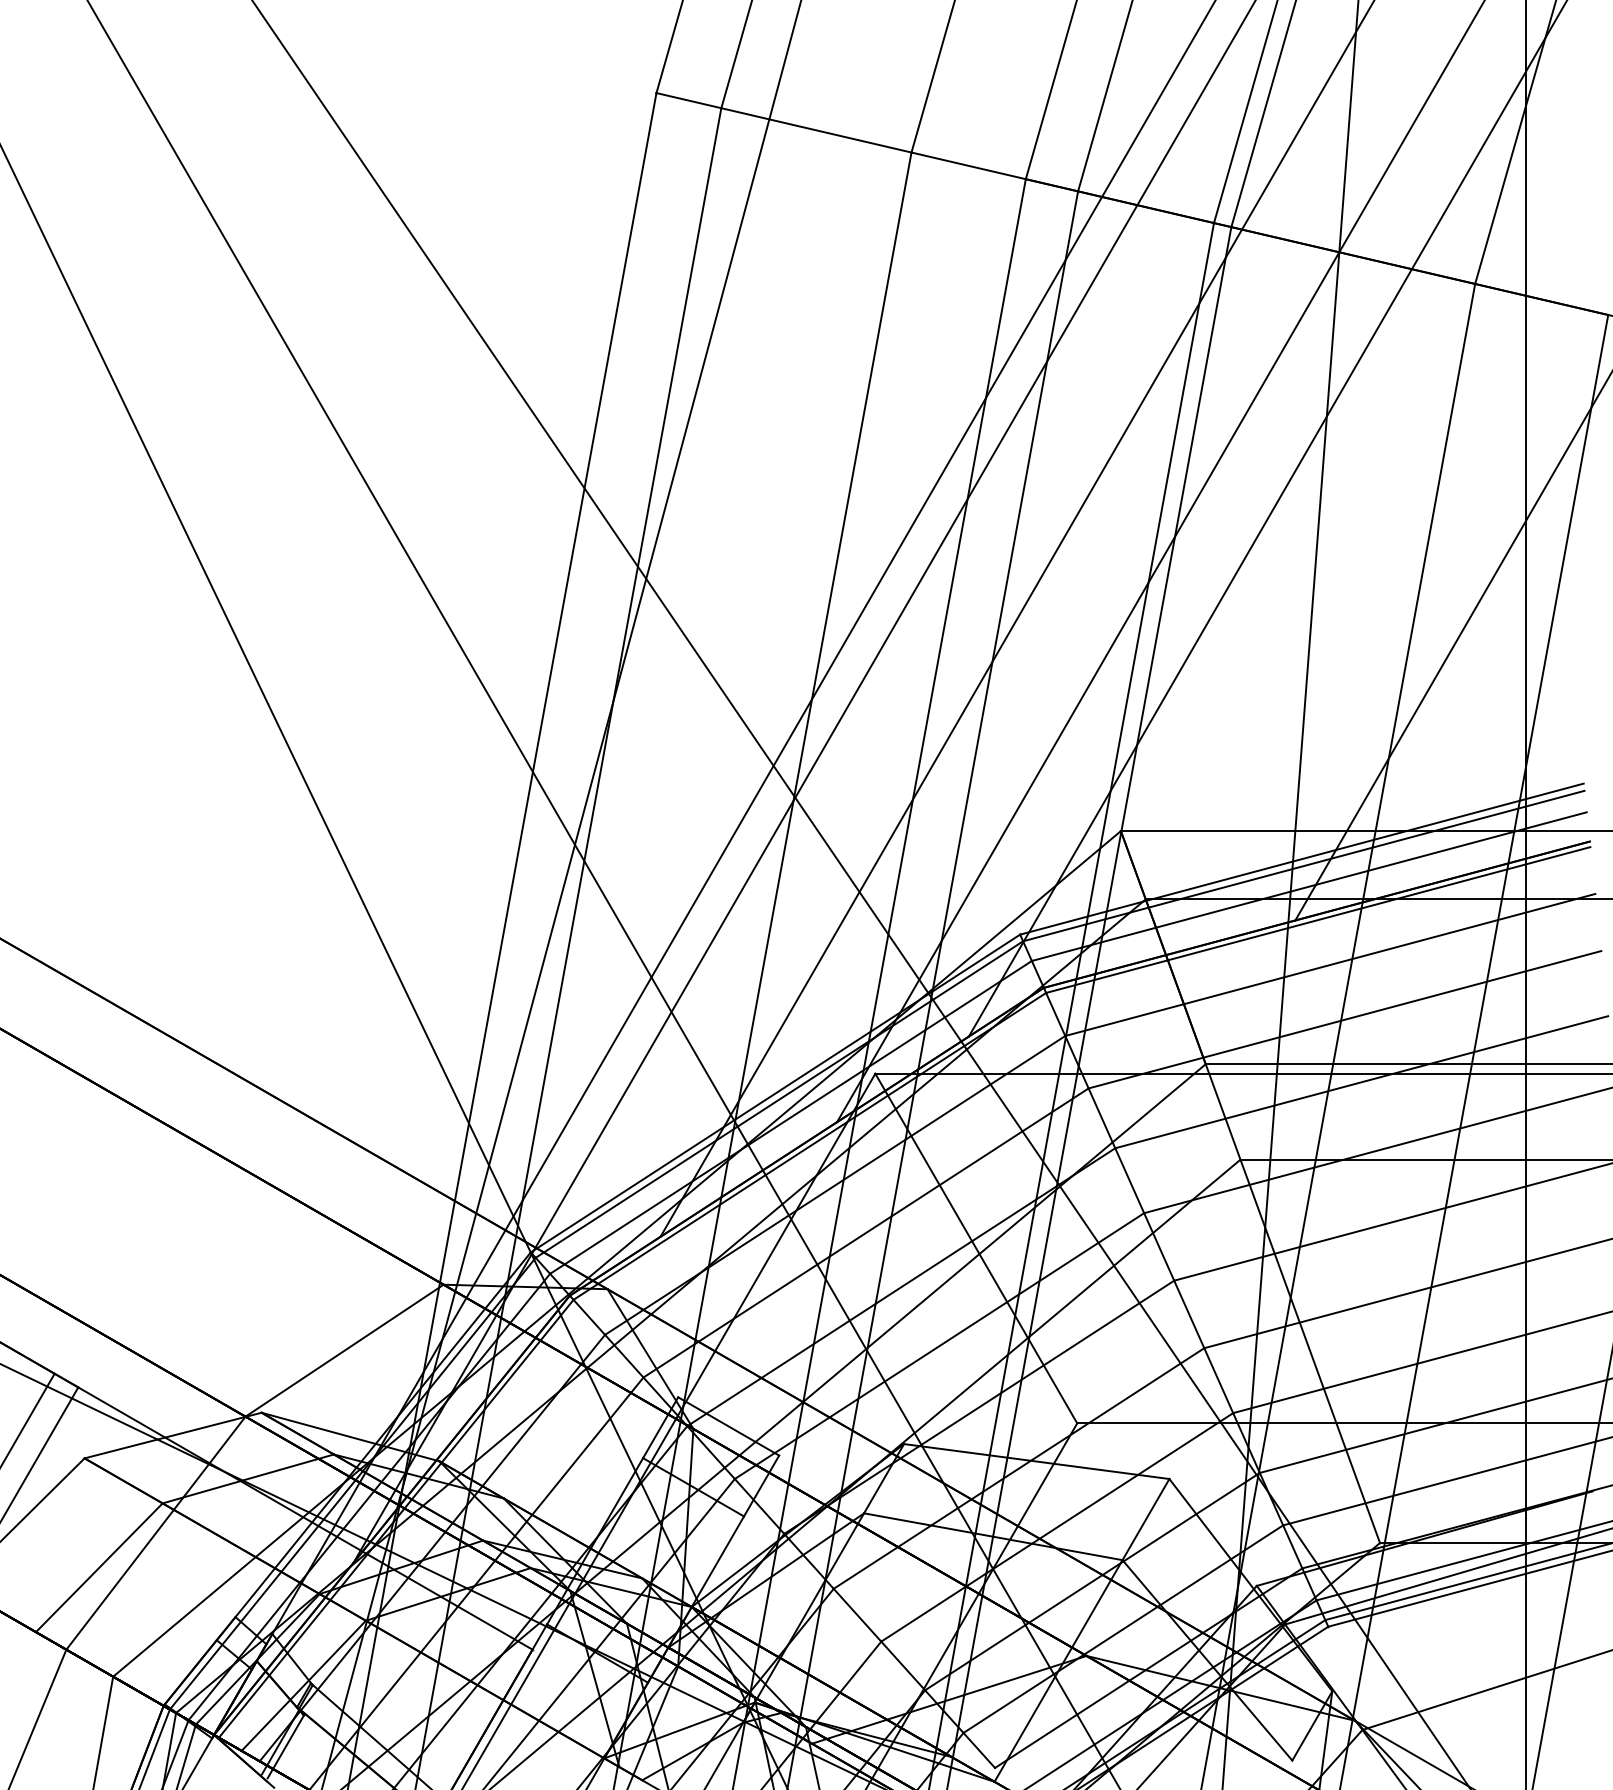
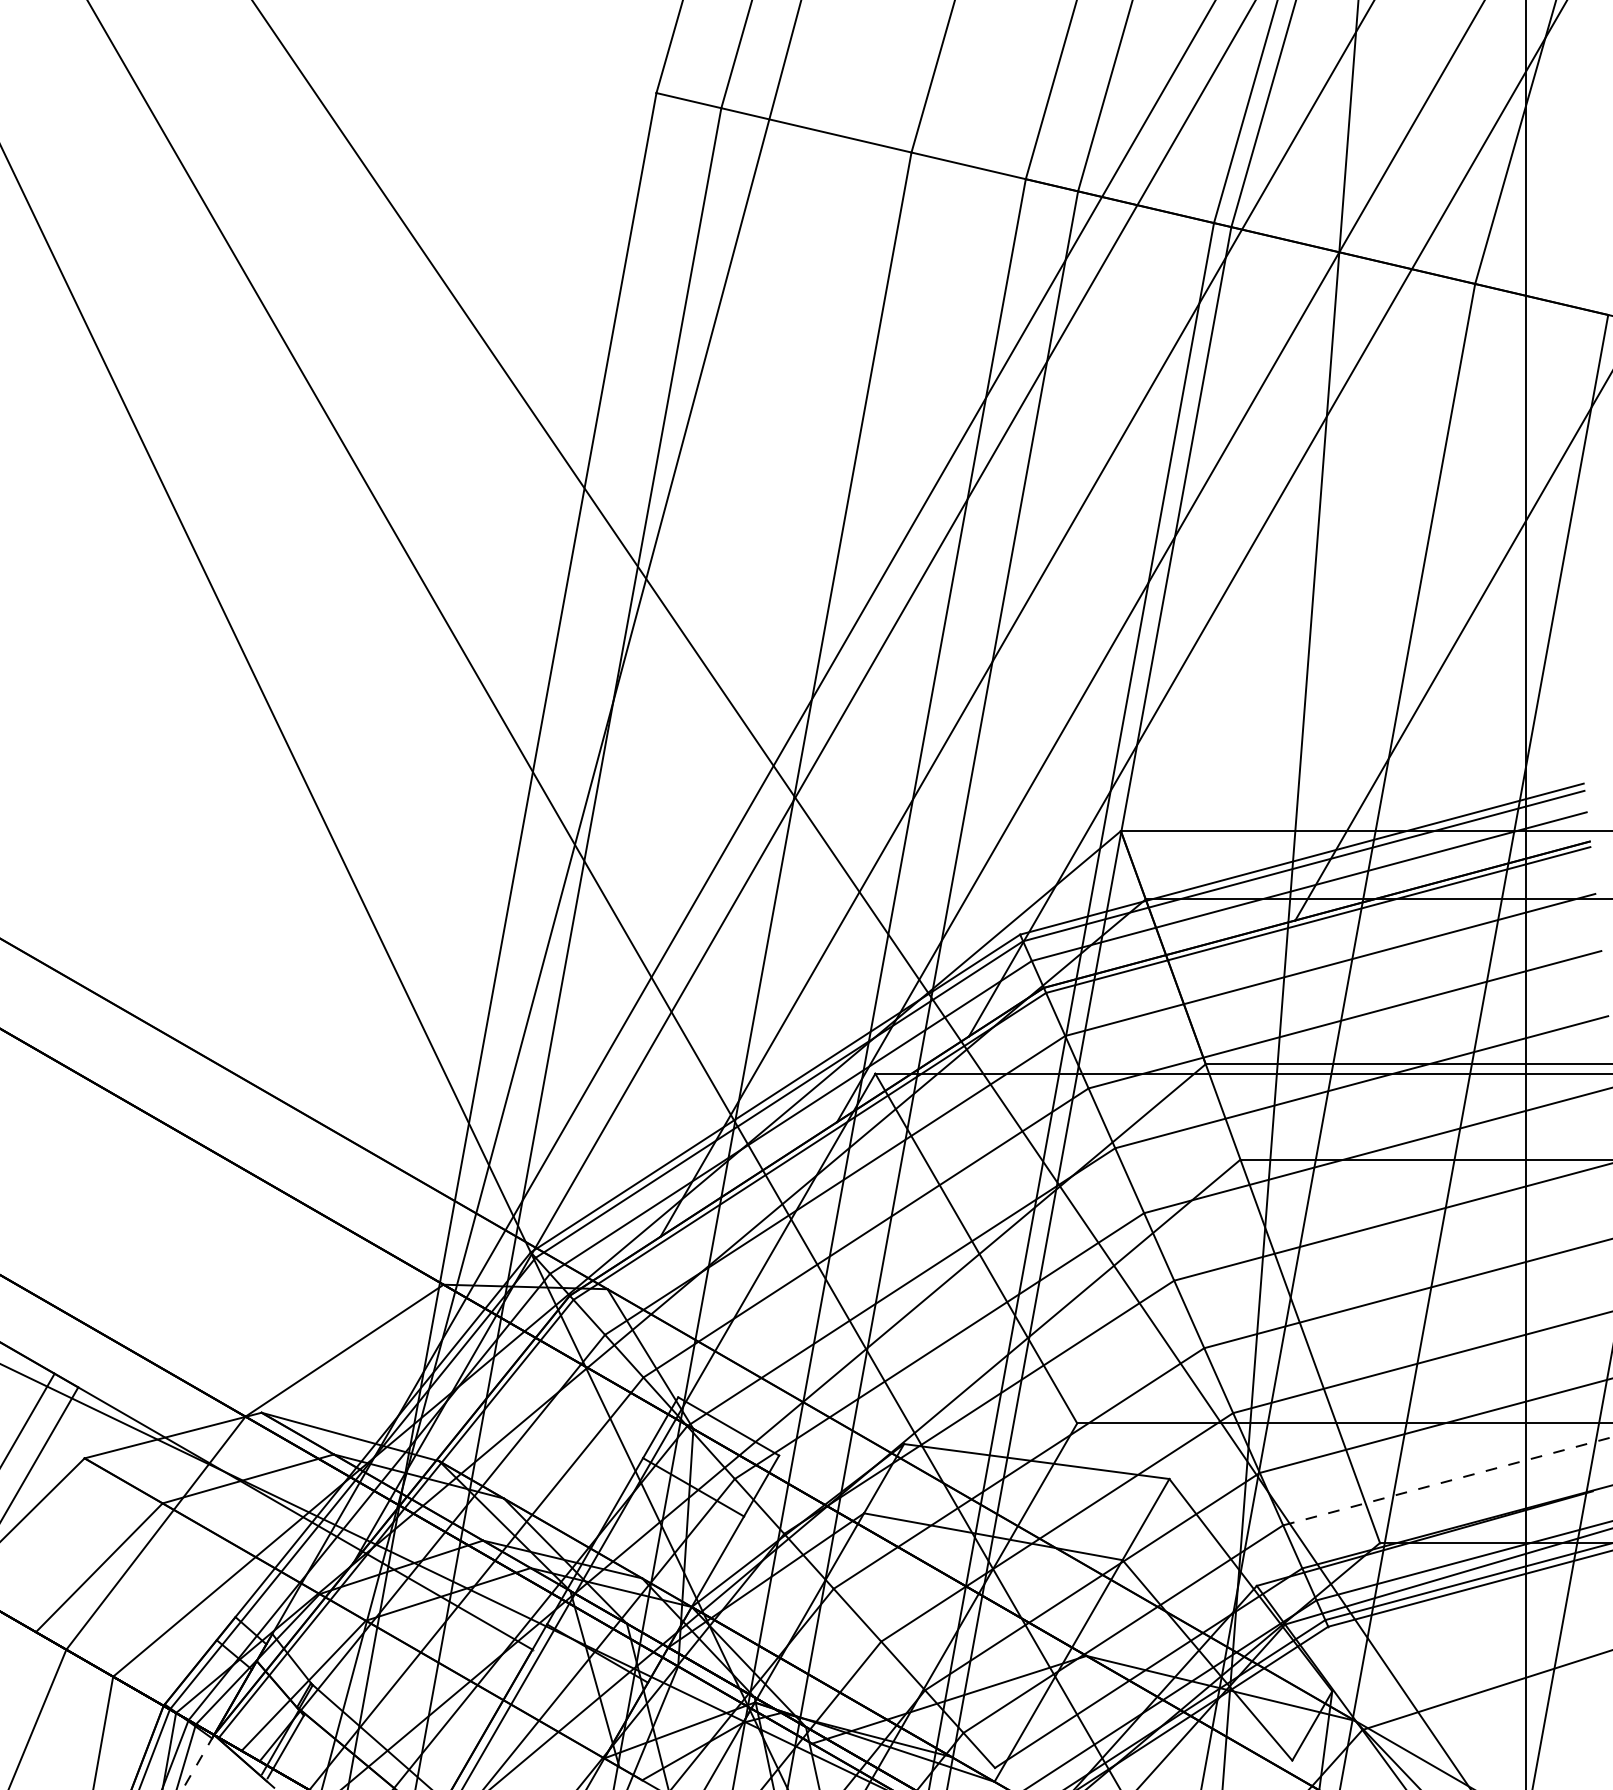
line at (1447, 1481): solid -> dashed
line at (198, 1762): solid -> dashed
